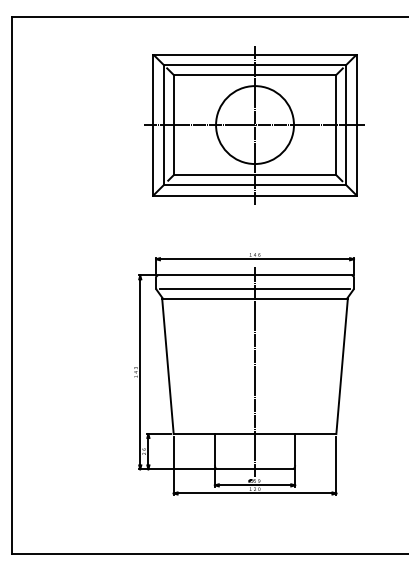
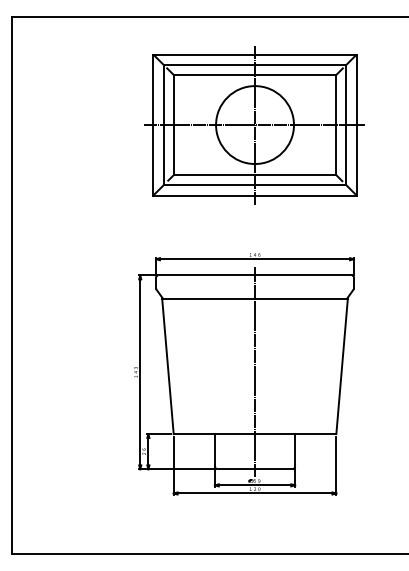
line at (254, 289): present -> none
